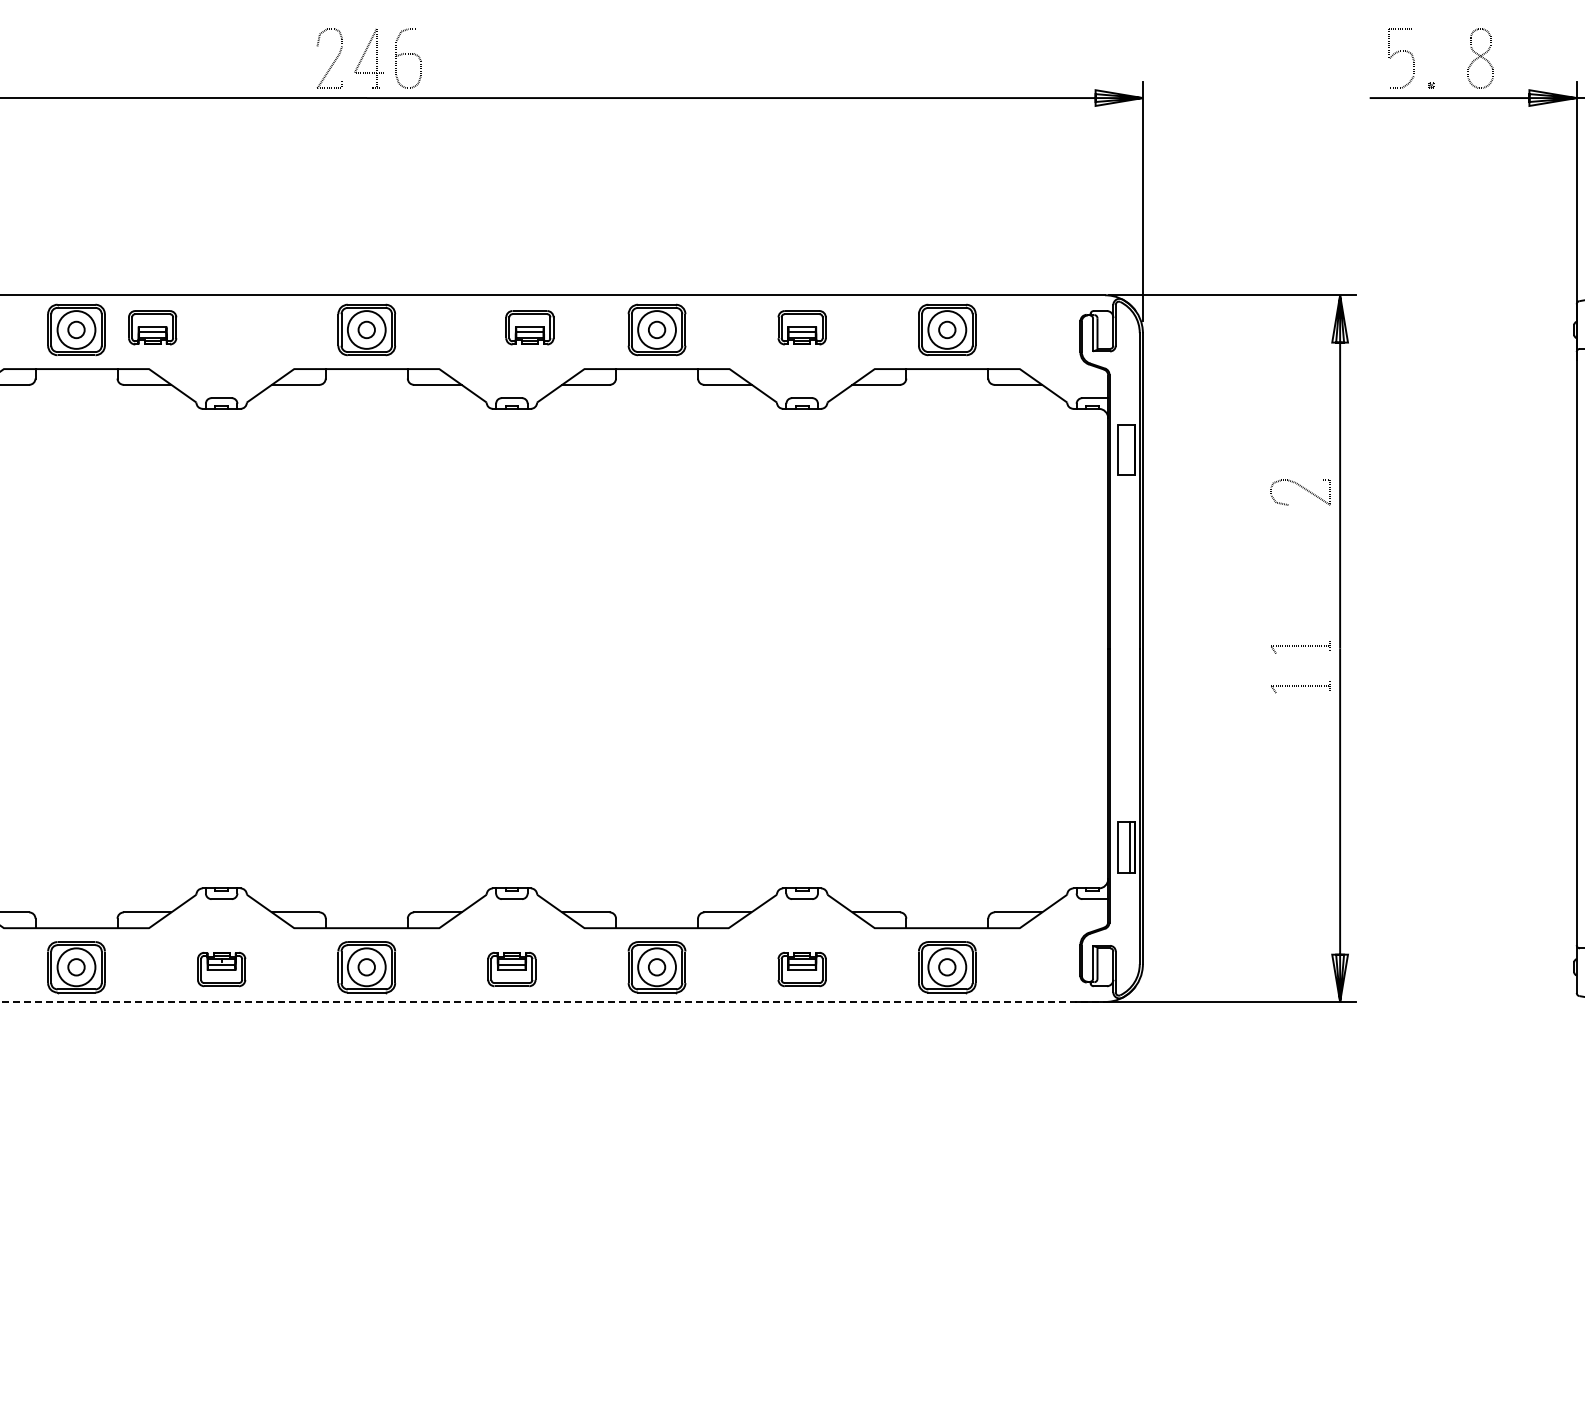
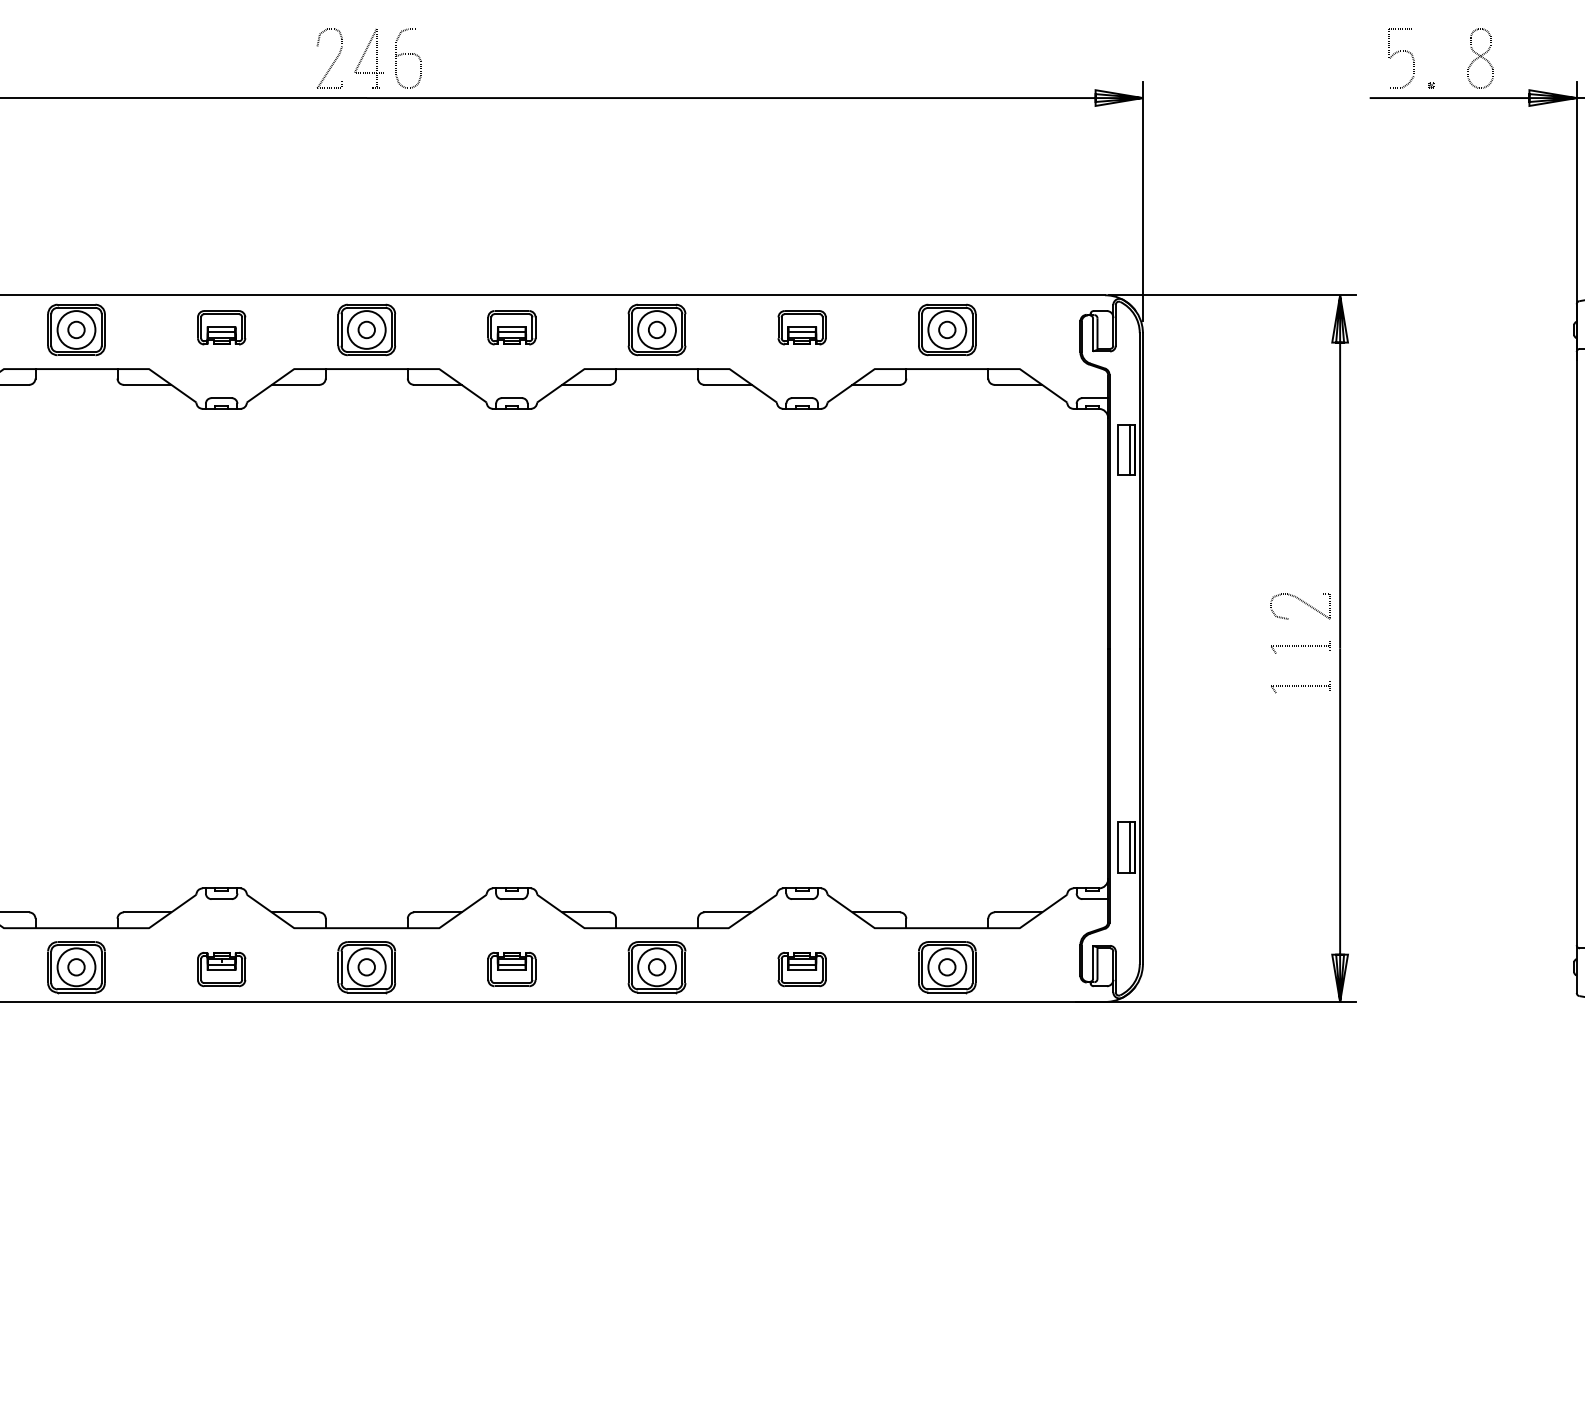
part at (152, 327) position: (152, 327) -> (221, 327)
part at (529, 327) position: (529, 327) -> (511, 327)
line at (1129, 449): none -> present
curve at (1302, 488) position: (1302, 488) -> (1302, 602)
line at (553, 1002): dashed -> solid
